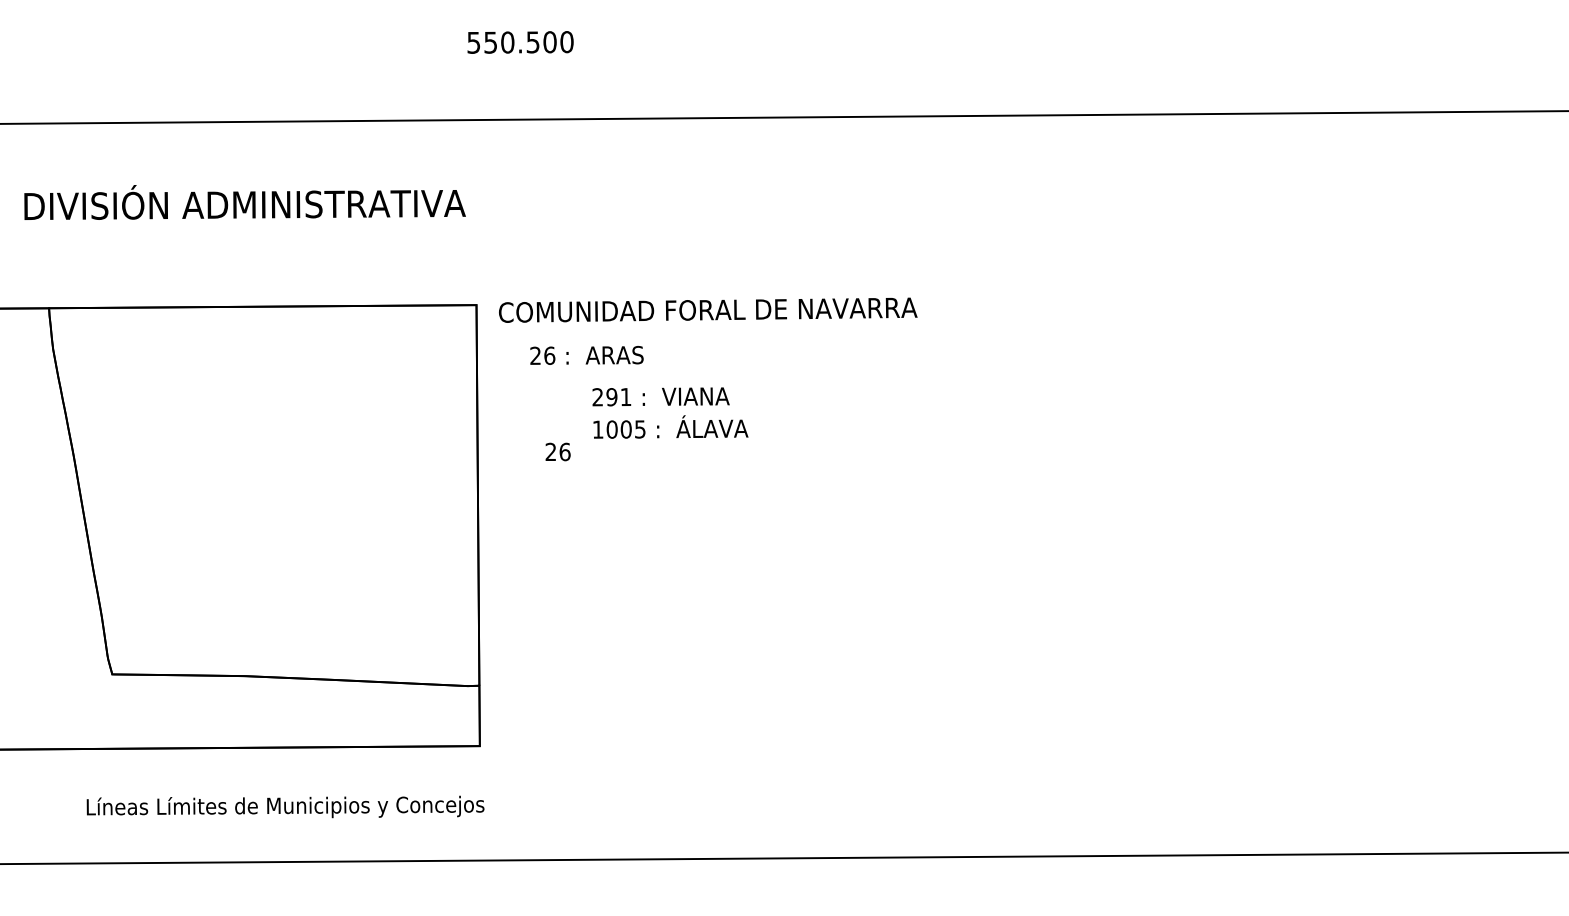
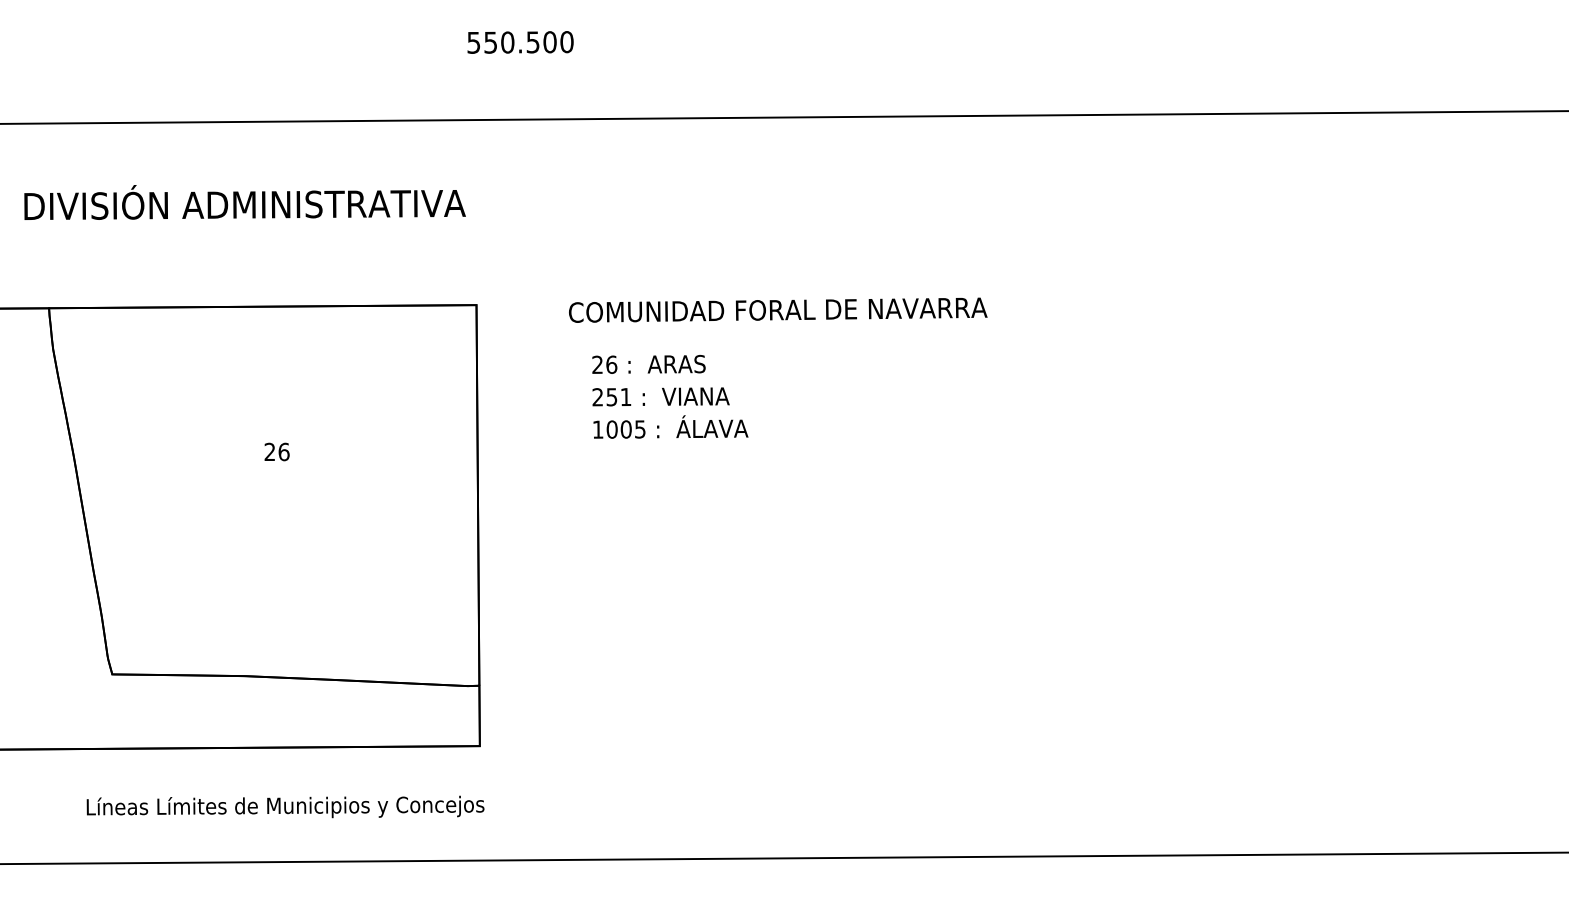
text at (708, 309) position: (708, 309) -> (778, 309)
text at (586, 355) position: (586, 355) -> (648, 364)
text at (611, 397): 291 -> 251
text at (557, 451) position: (557, 451) -> (276, 451)
